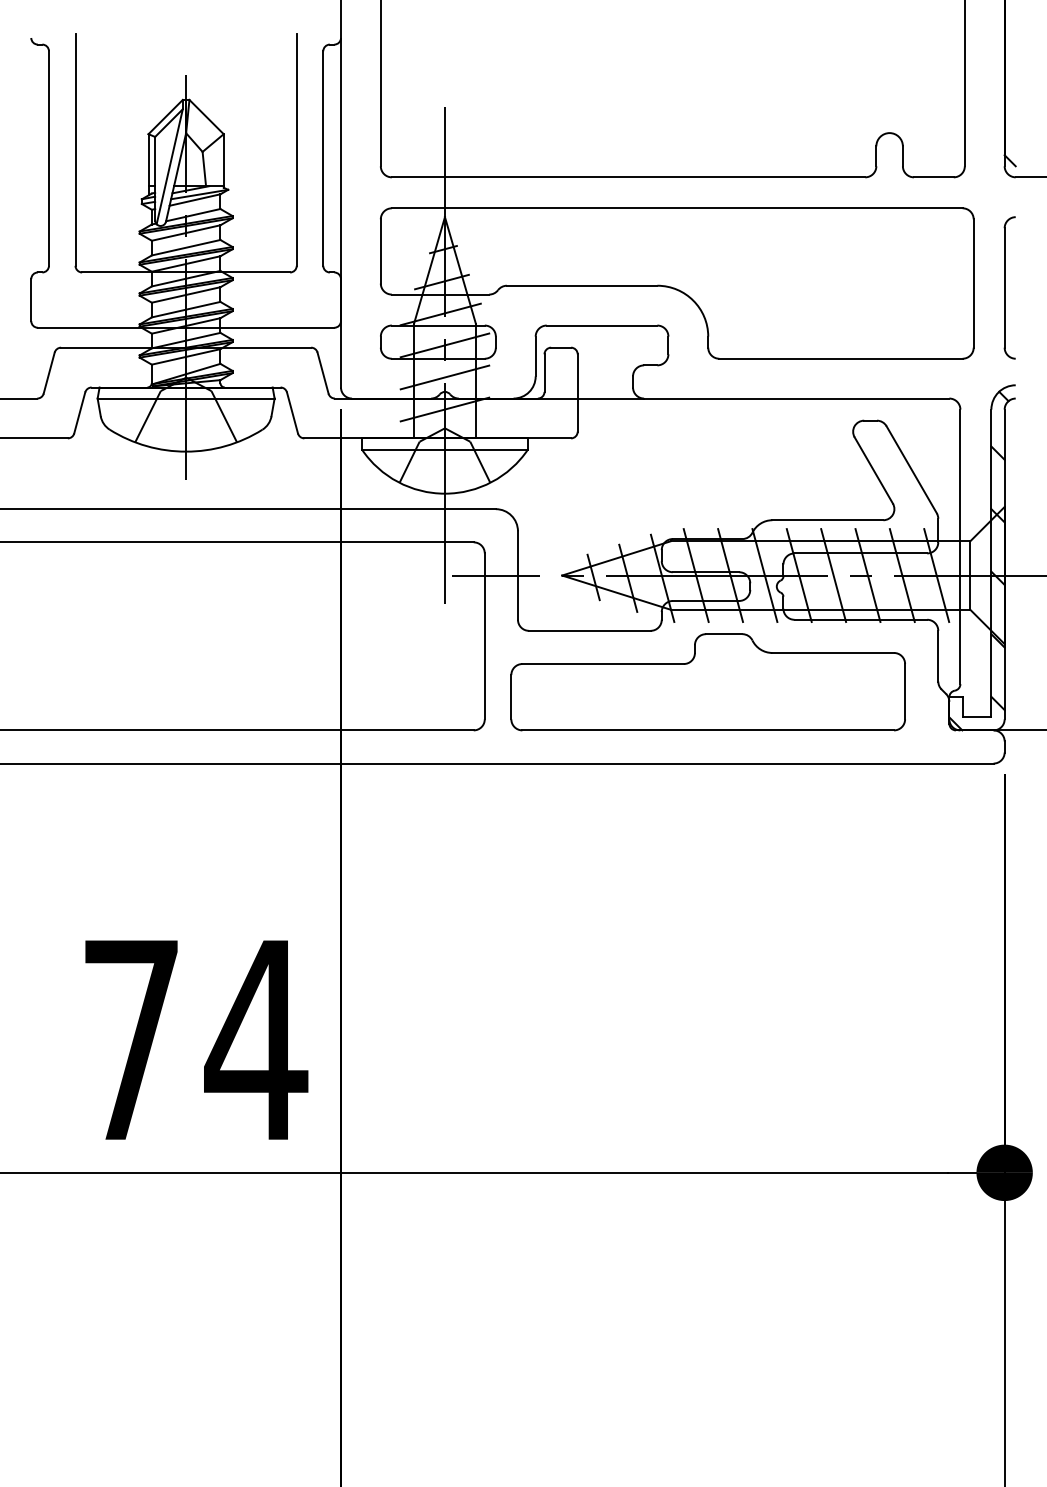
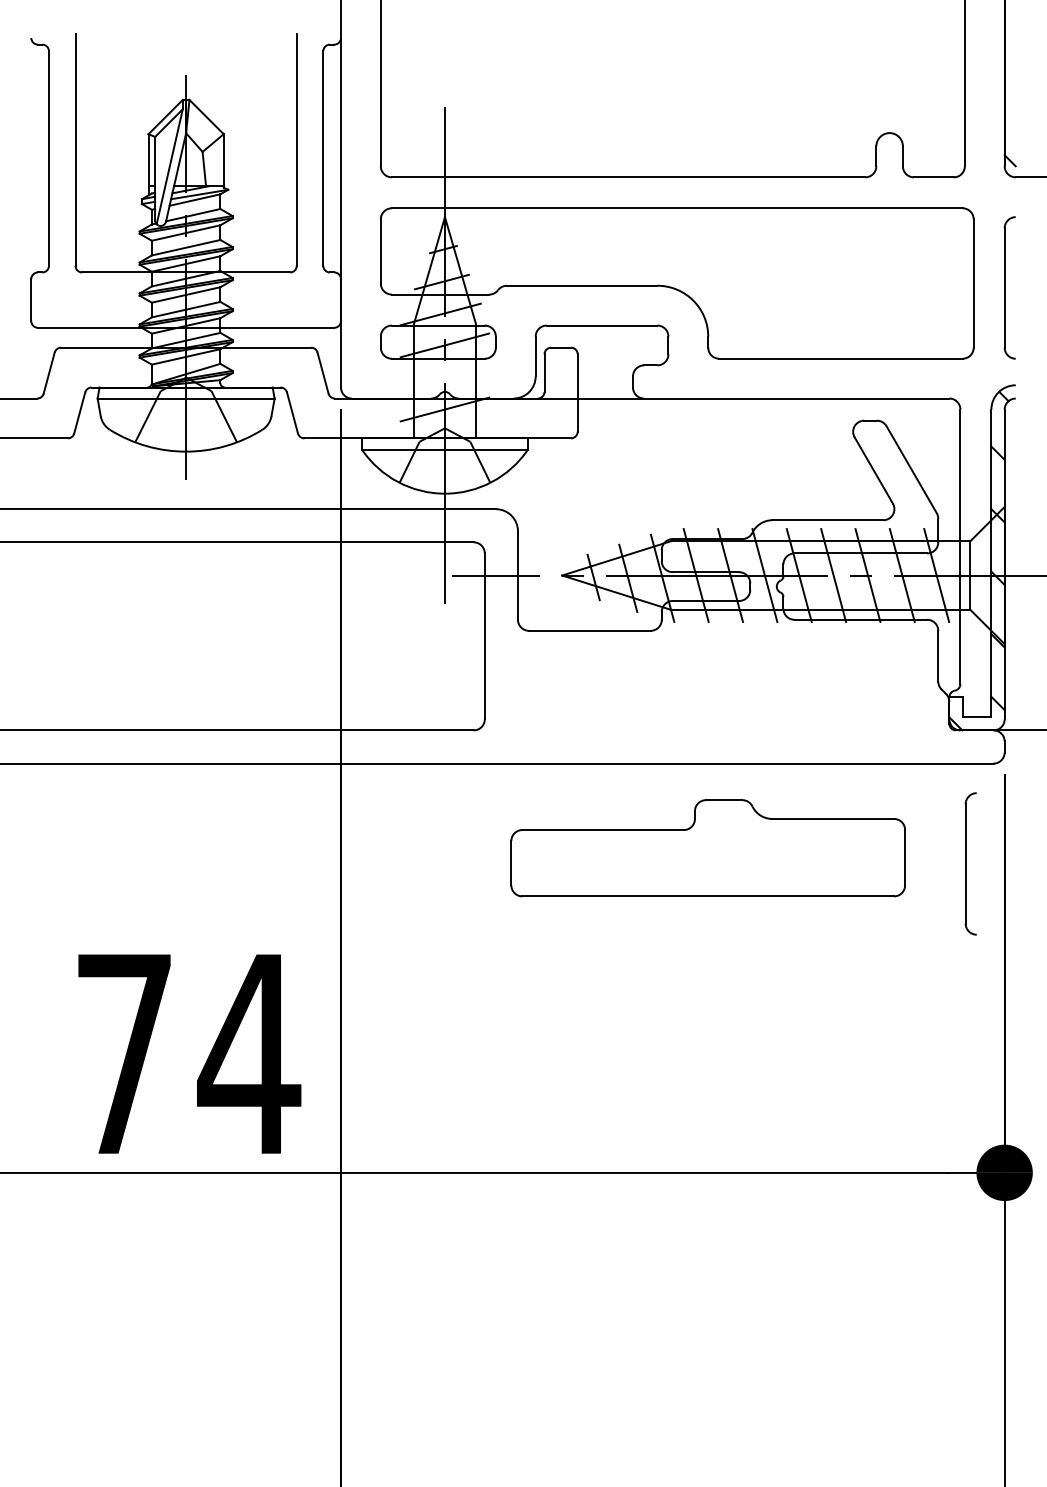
line at (444, 377): present -> none
part at (707, 682) position: (707, 682) -> (707, 848)
part at (970, 863): none -> present
text at (196, 1039) position: (196, 1039) -> (189, 1053)
